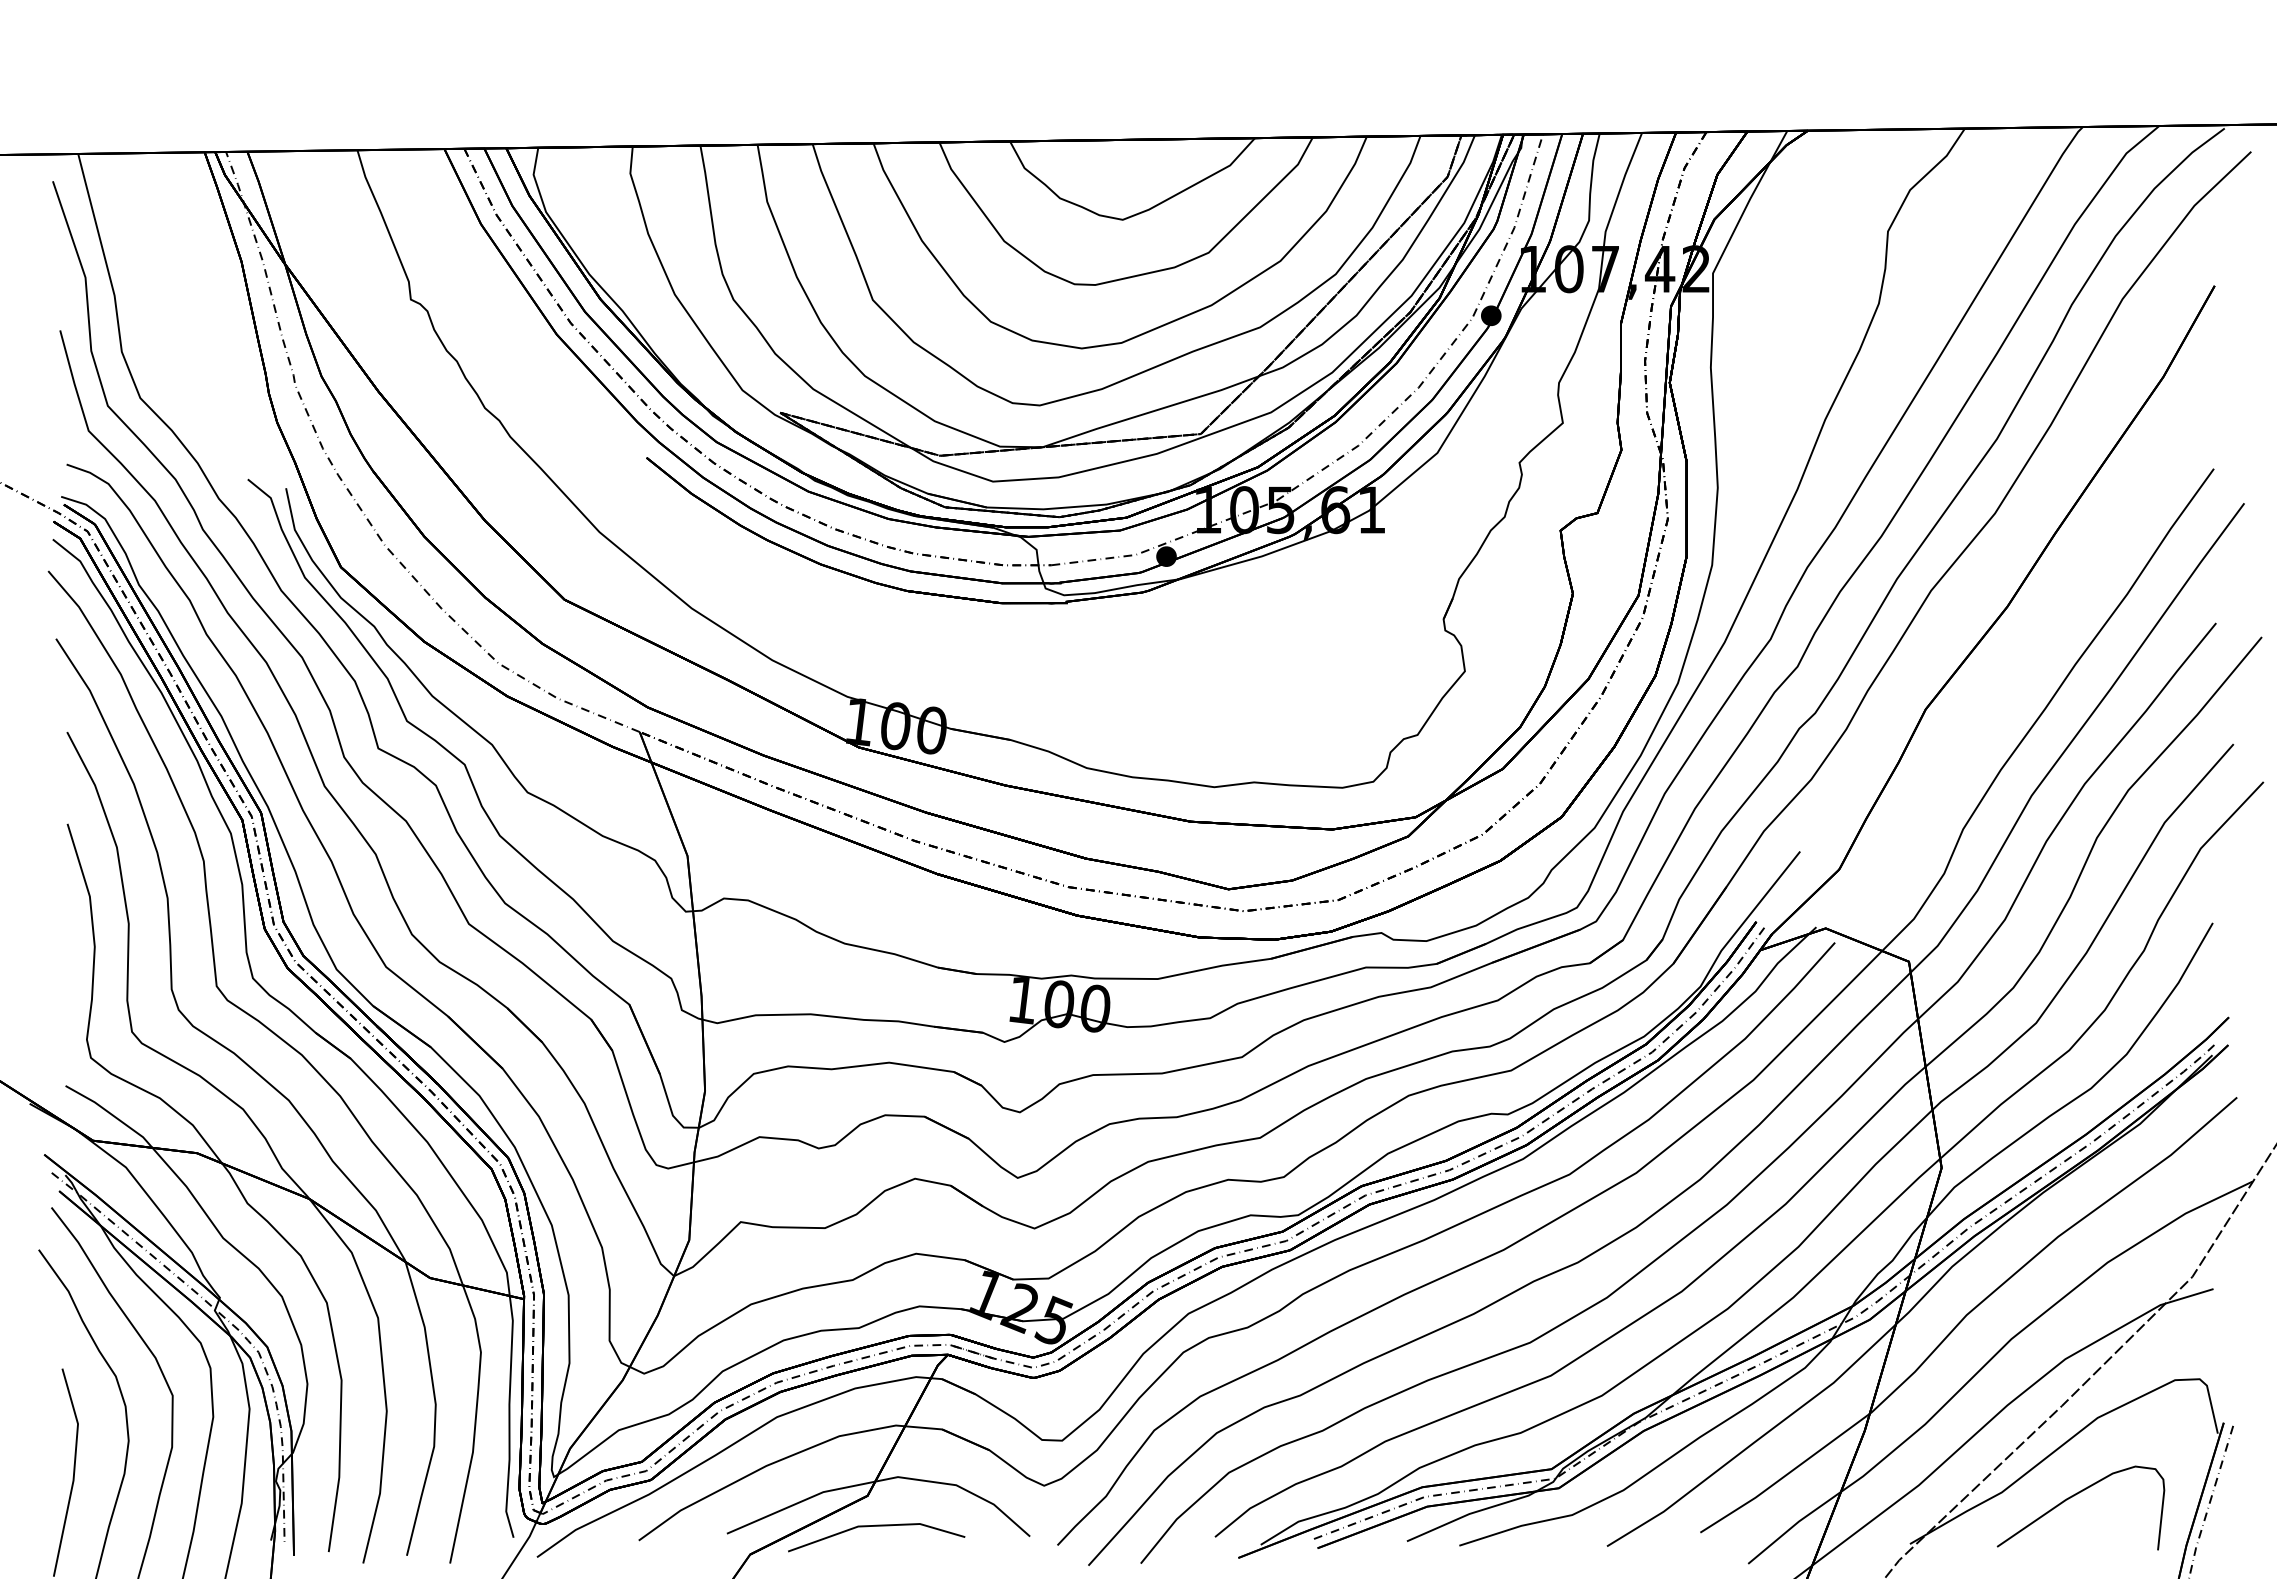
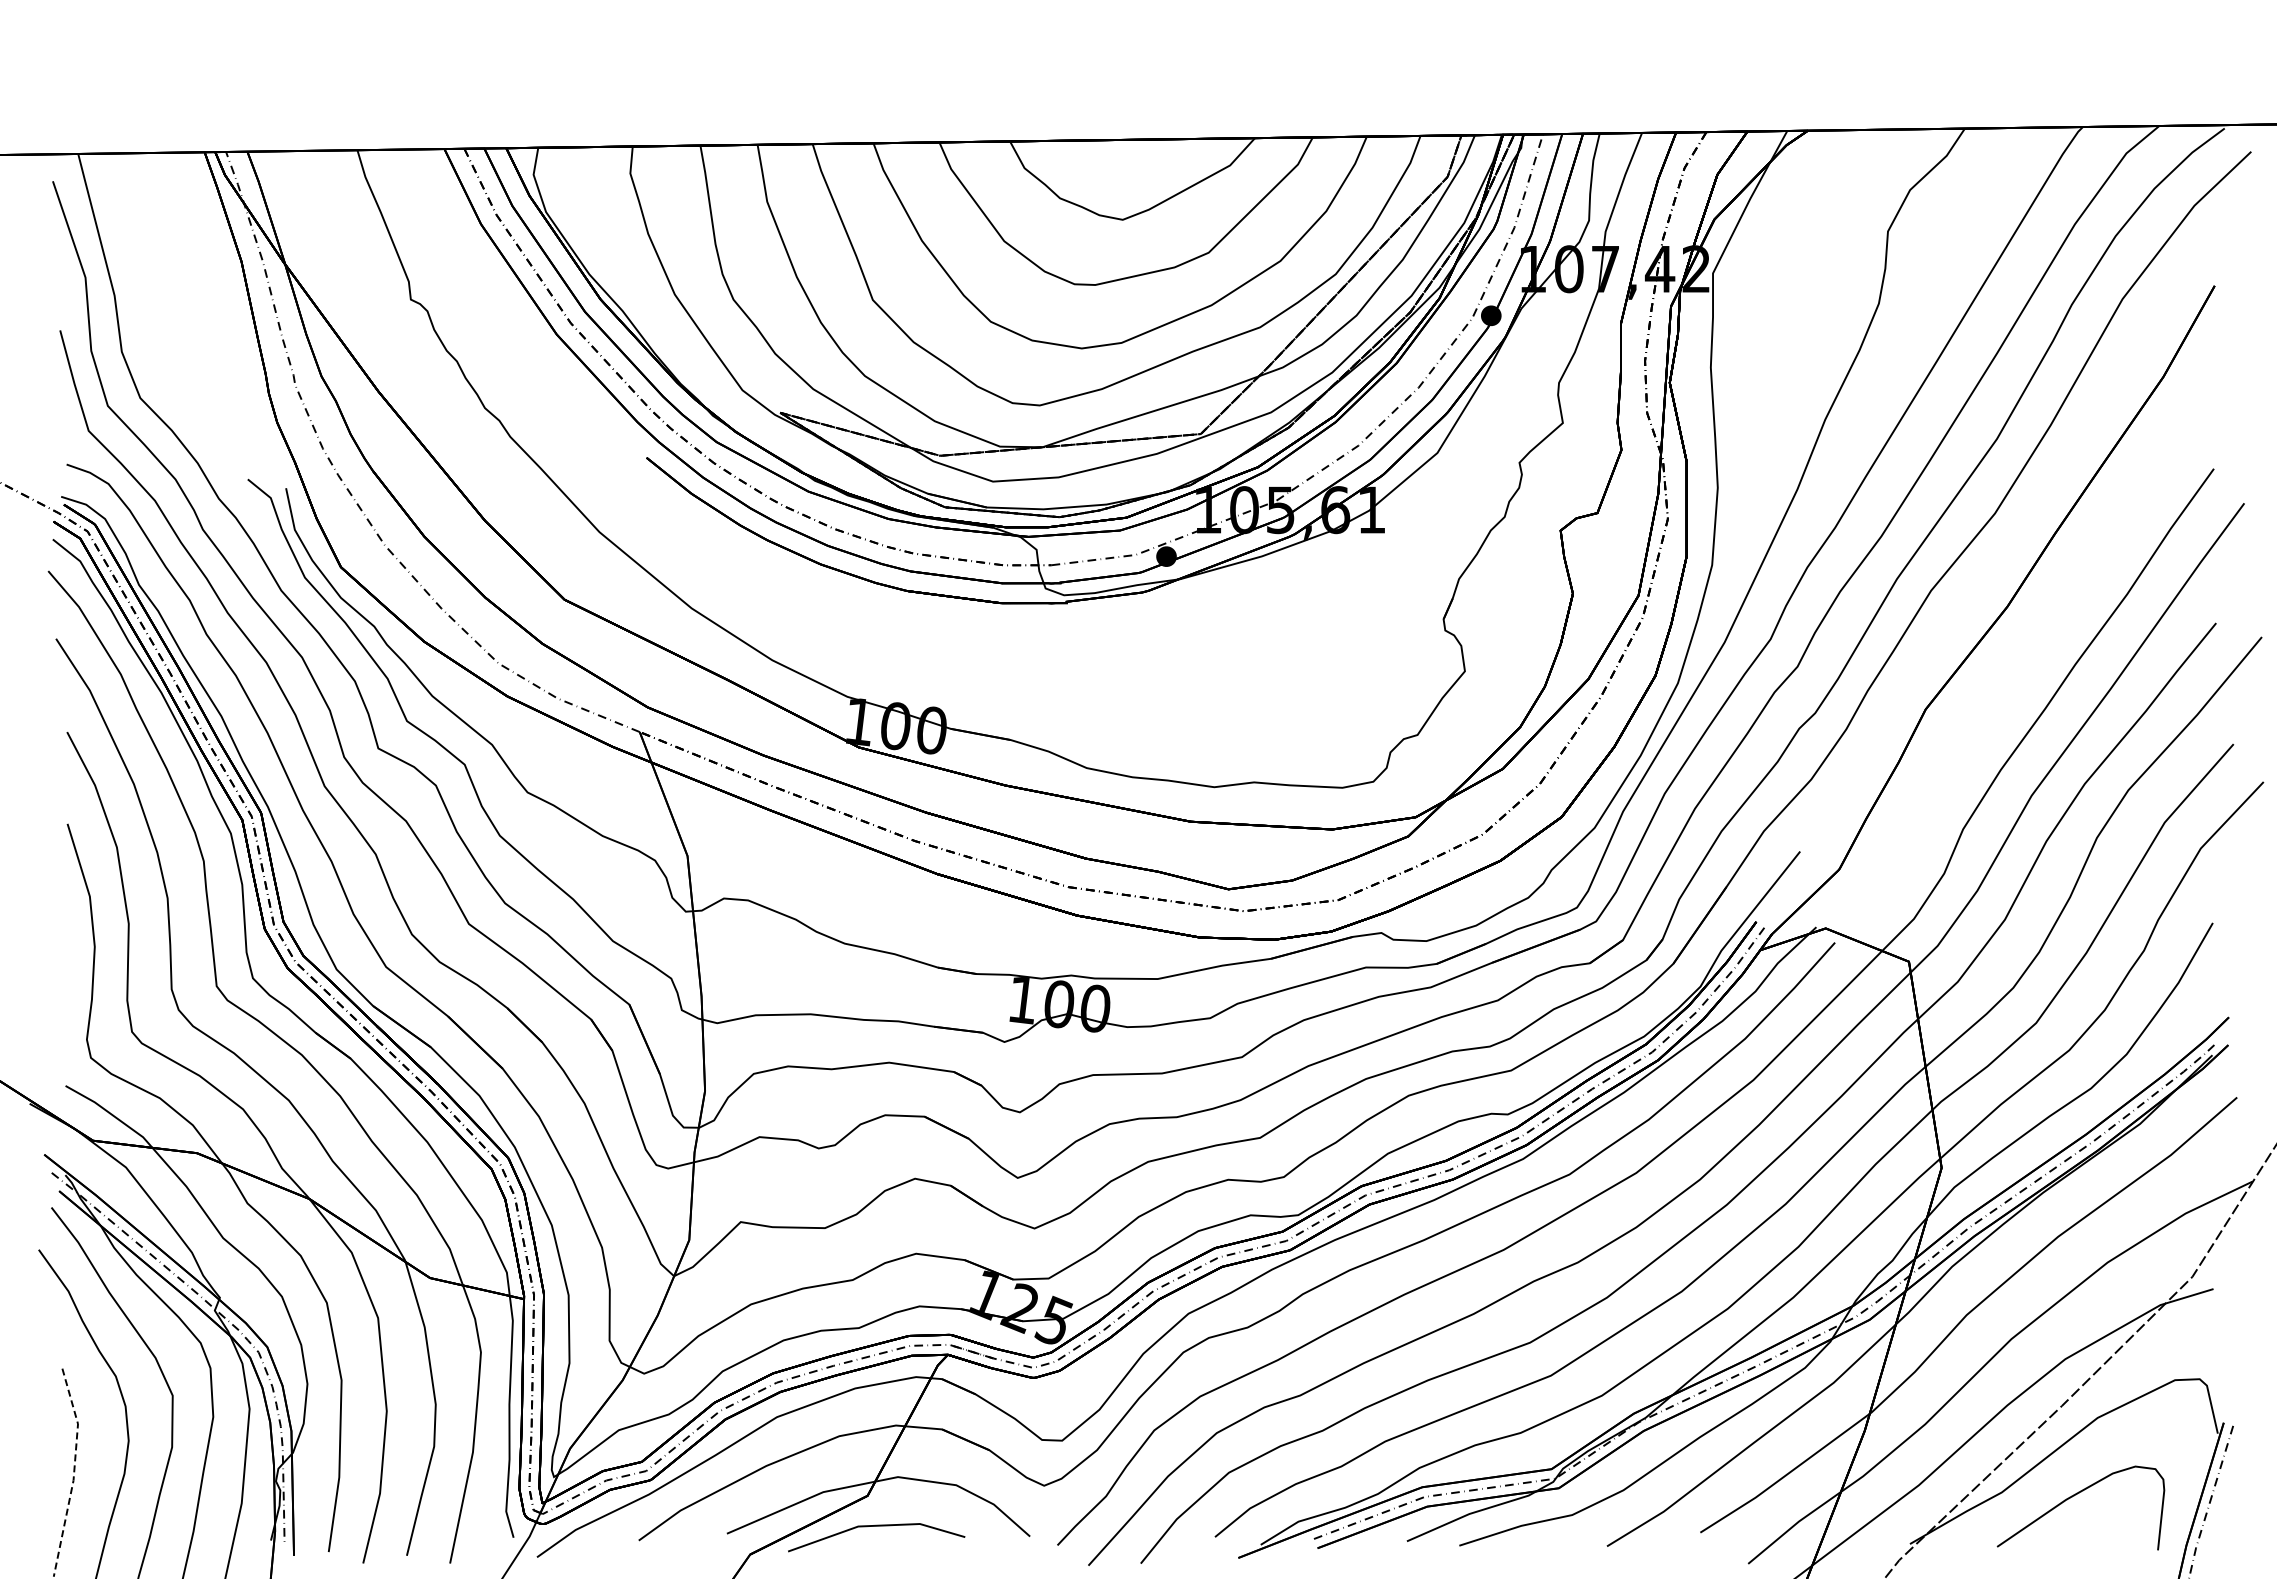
line at (74, 1472): solid -> dashed
